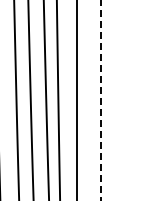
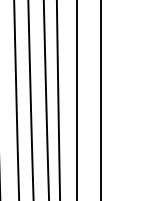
line at (101, 100): dashed -> solid
